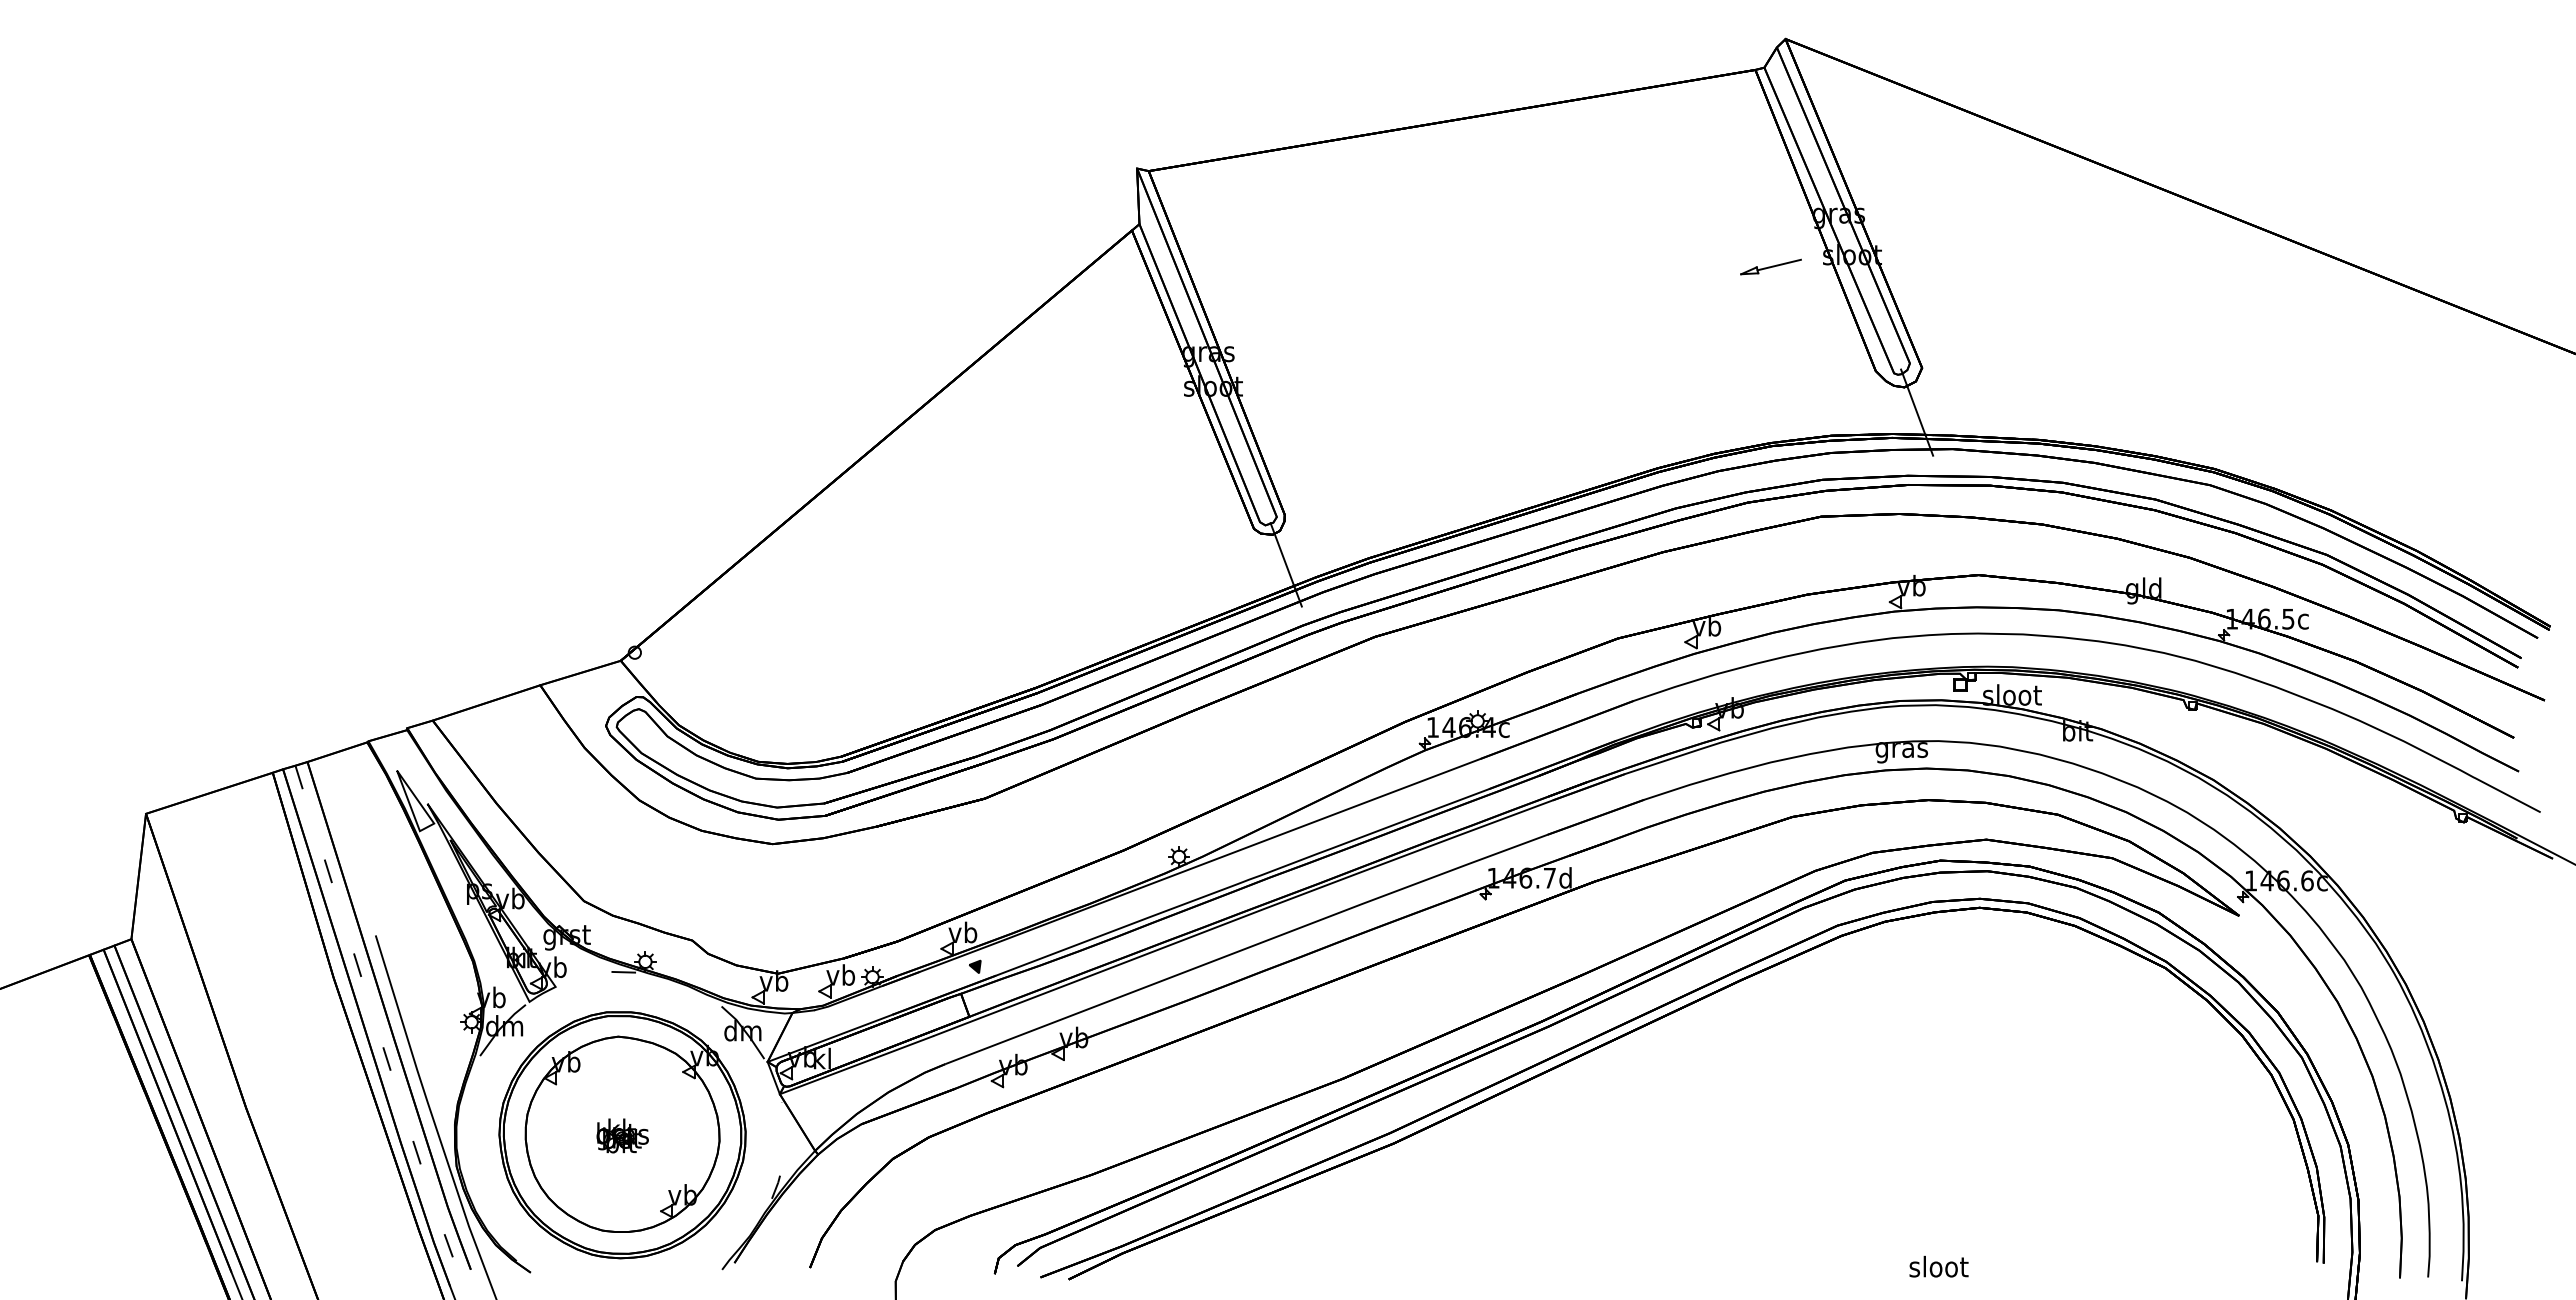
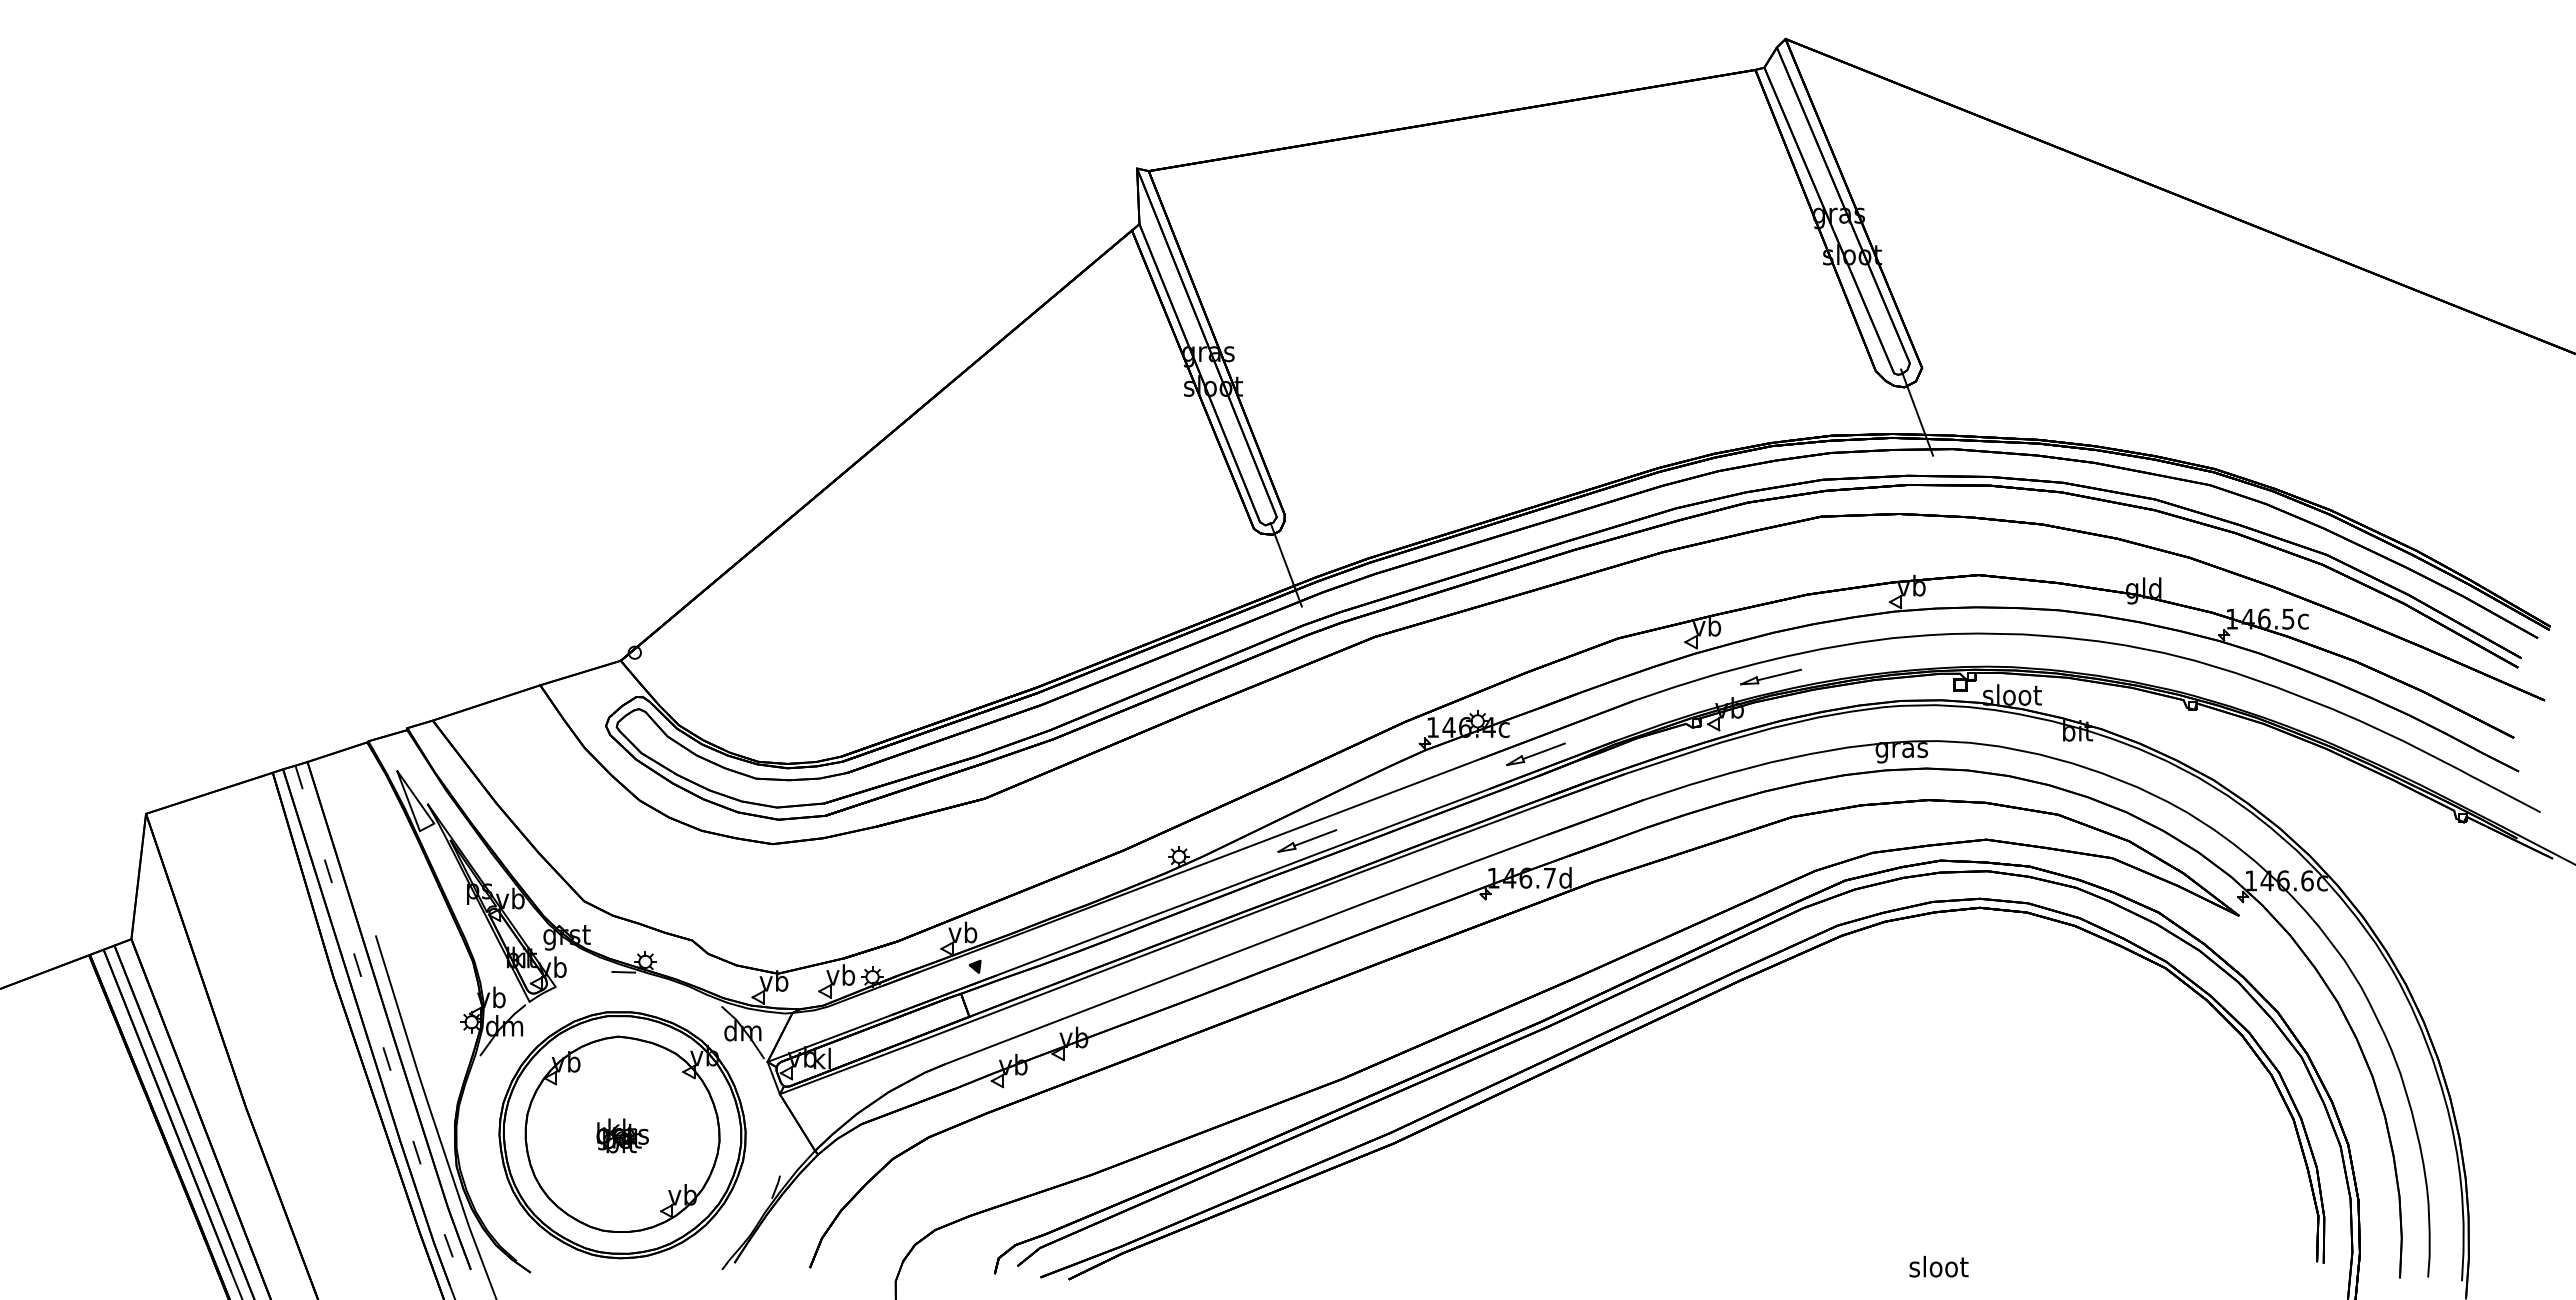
part at (1770, 266) position: (1770, 266) -> (1770, 676)
part at (1535, 753): none -> present
part at (1307, 840): none -> present
